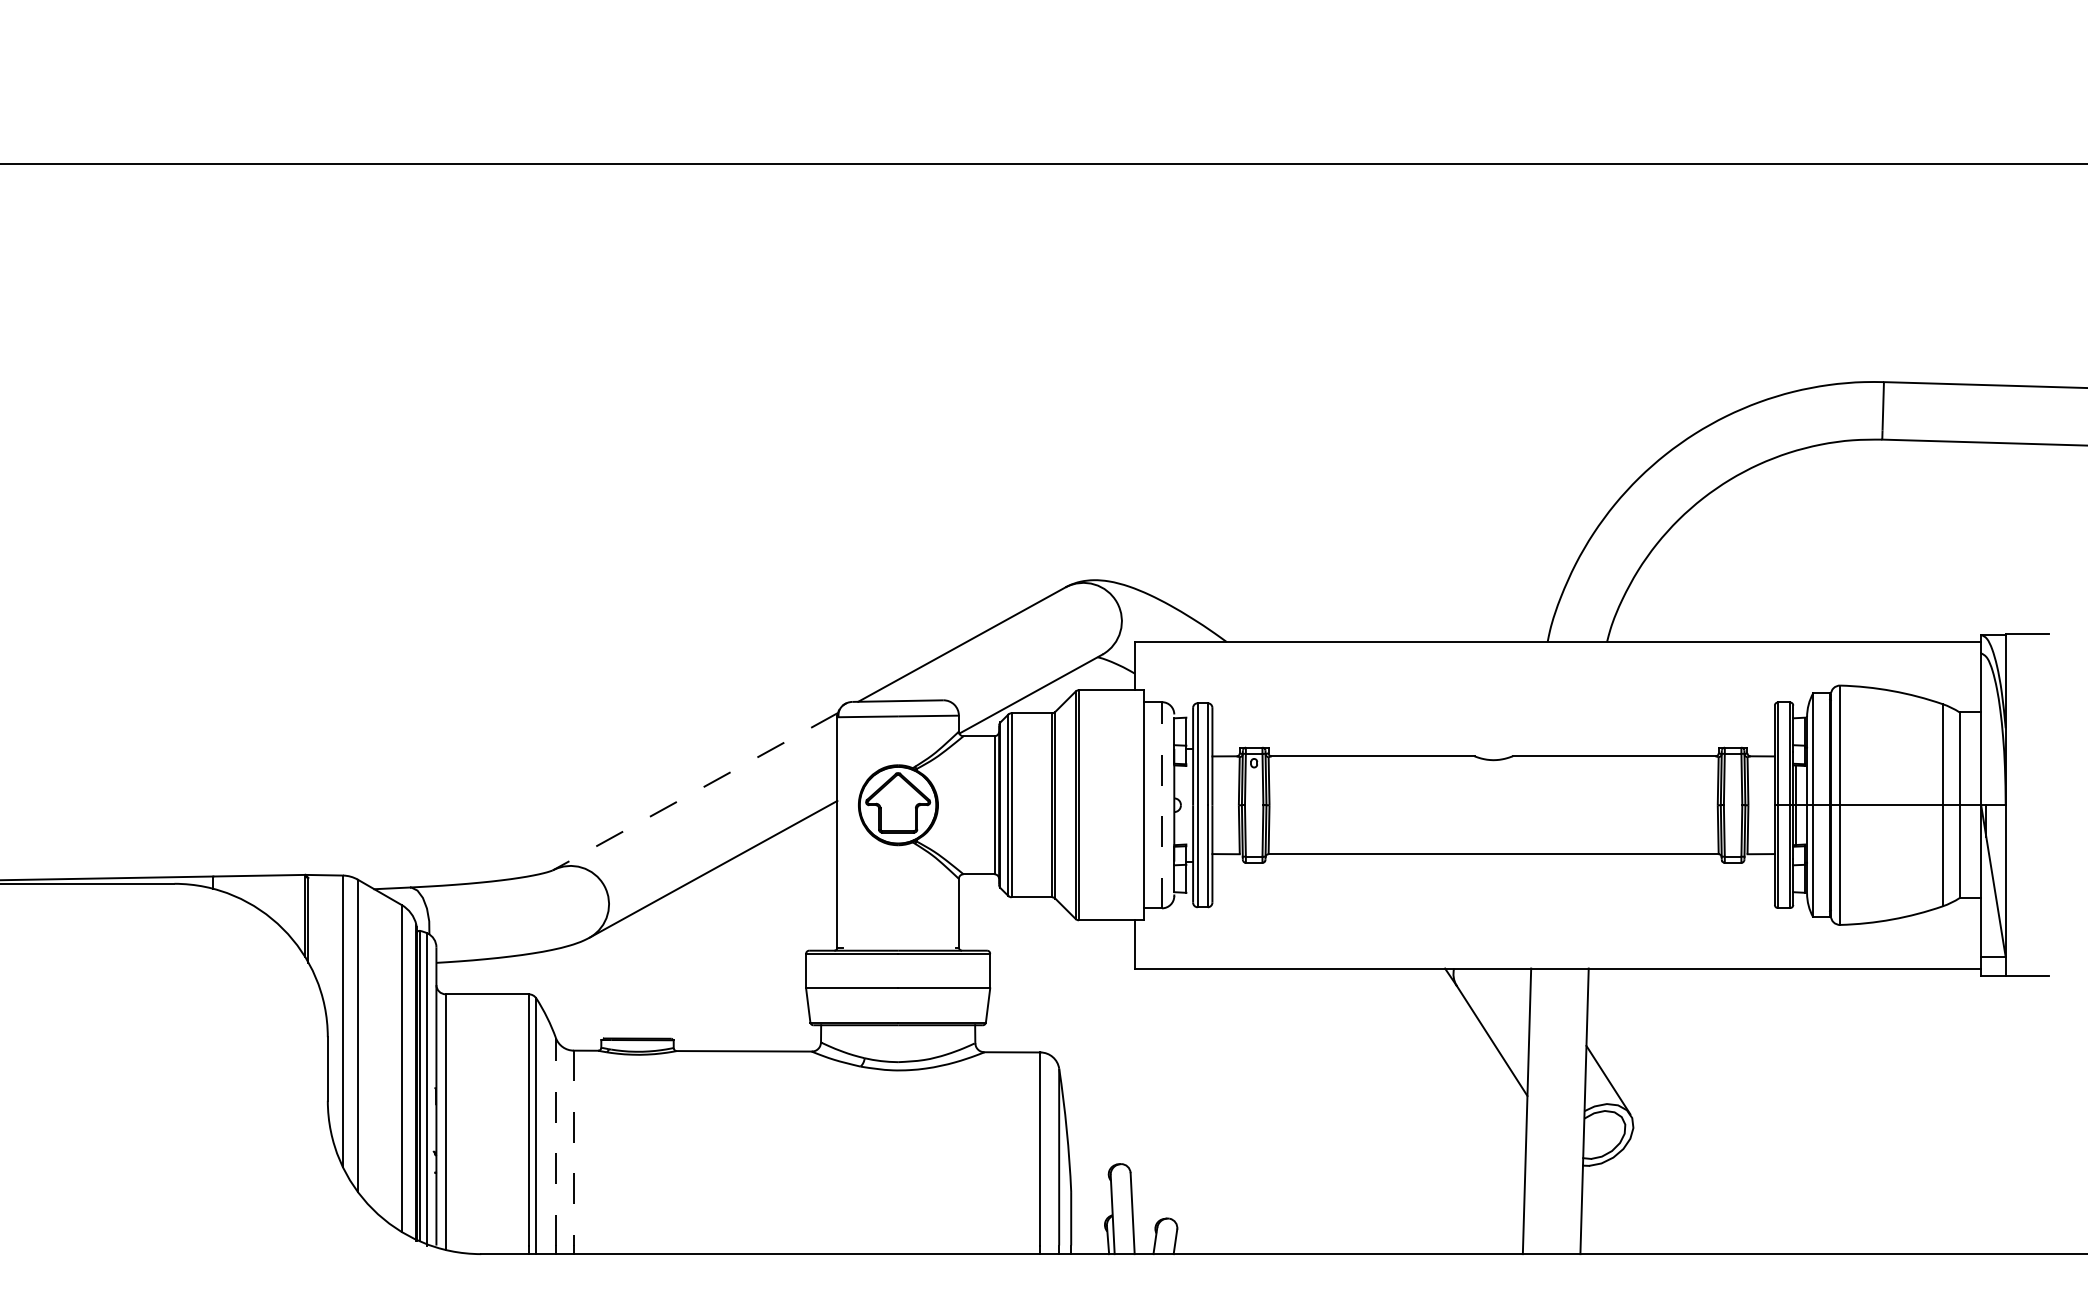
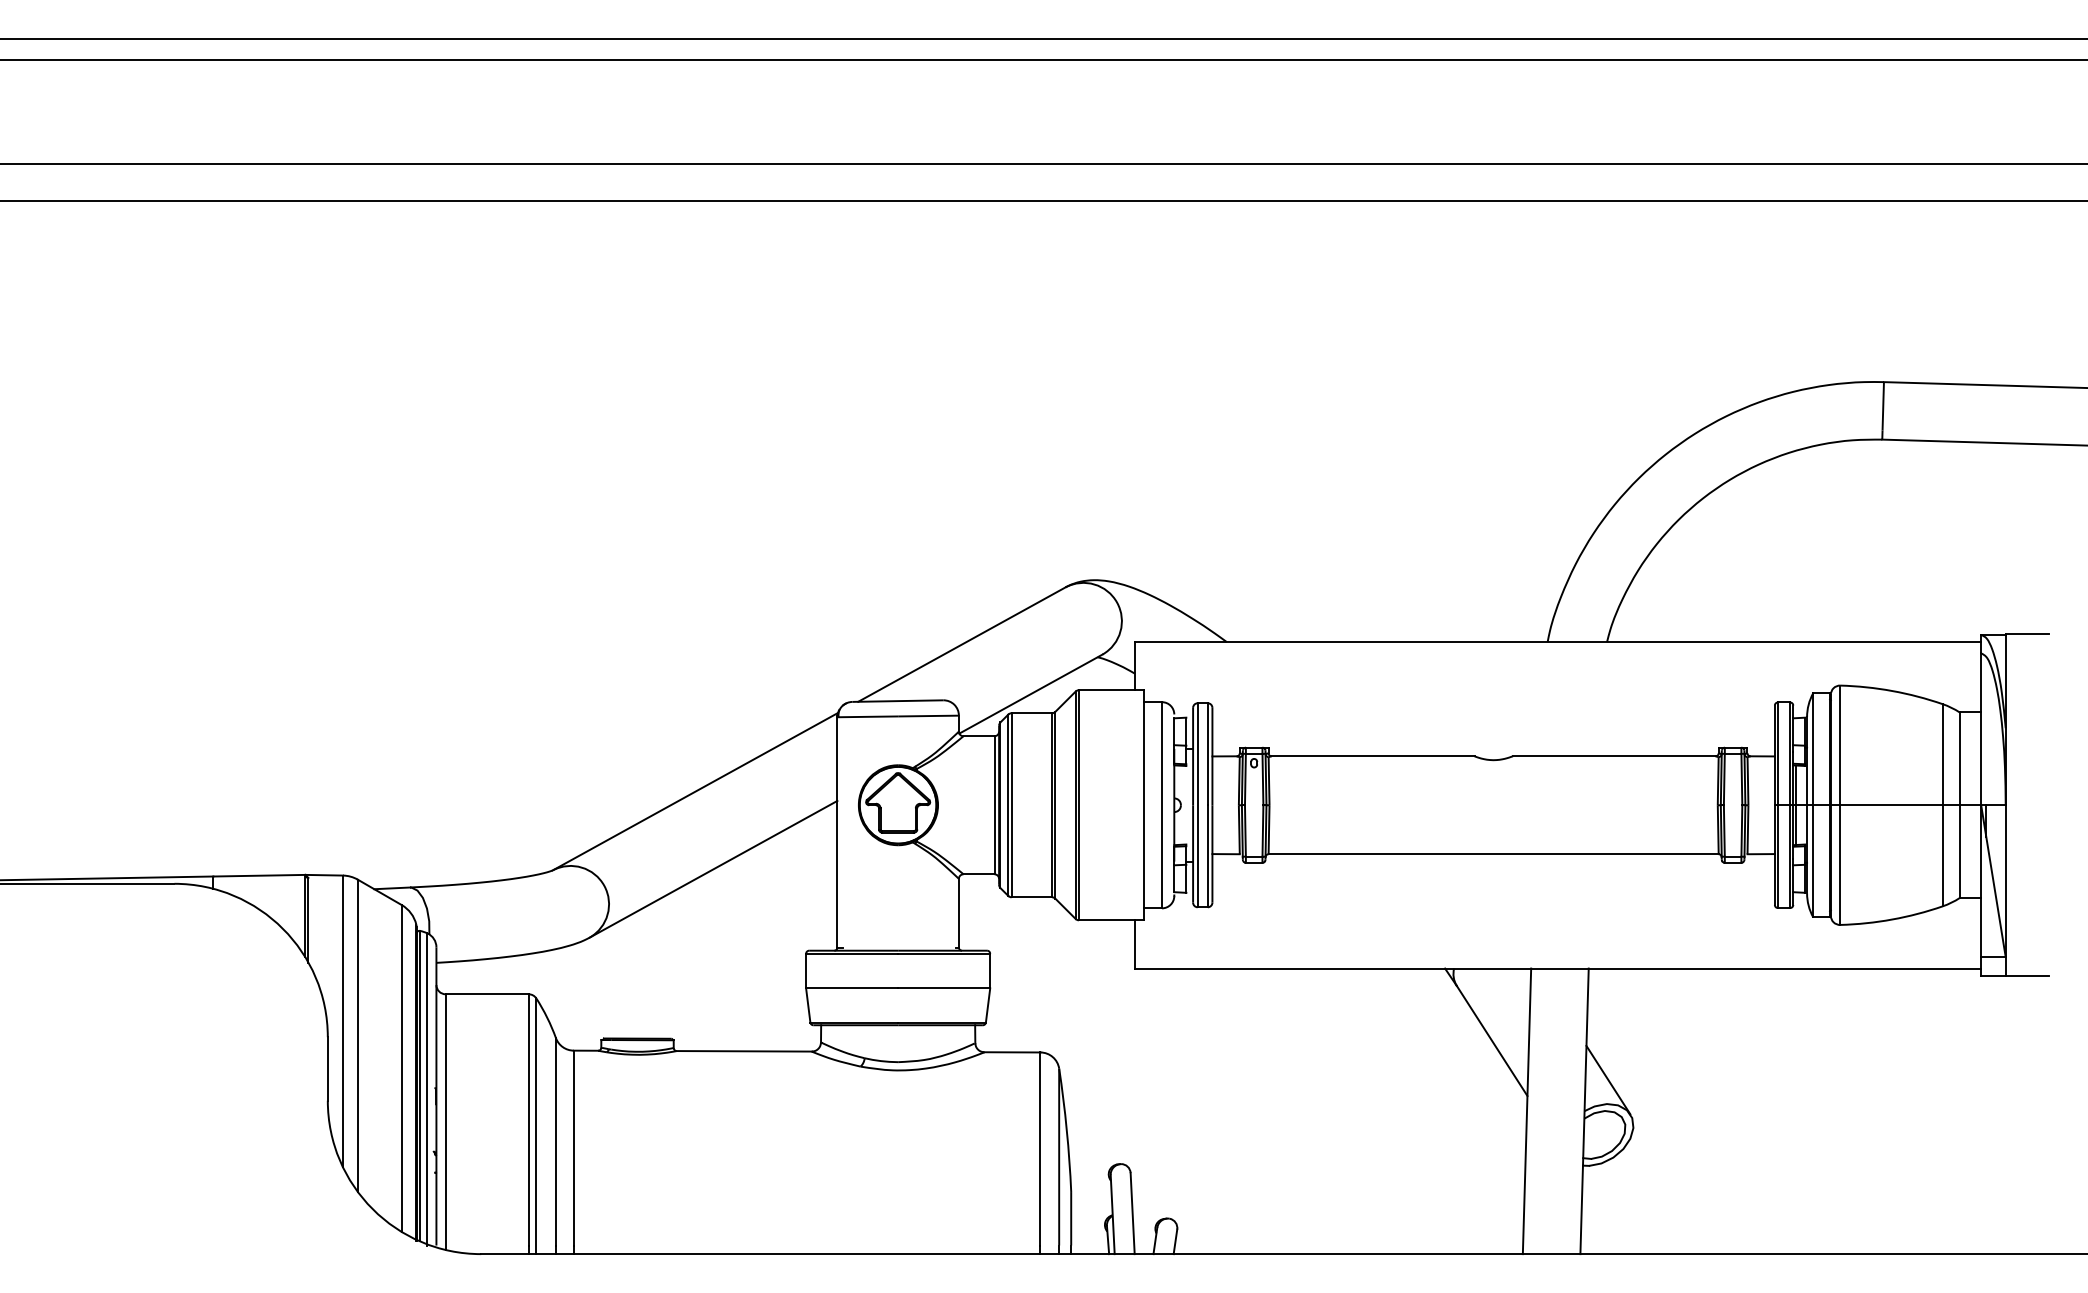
line at (1043, 38): none -> present
line at (1043, 60): none -> present
line at (1043, 200): none -> present
line at (695, 791): dashed -> solid
line at (1162, 804): dashed -> solid
line at (555, 1141): dashed -> solid
line at (573, 1148): dashed -> solid
